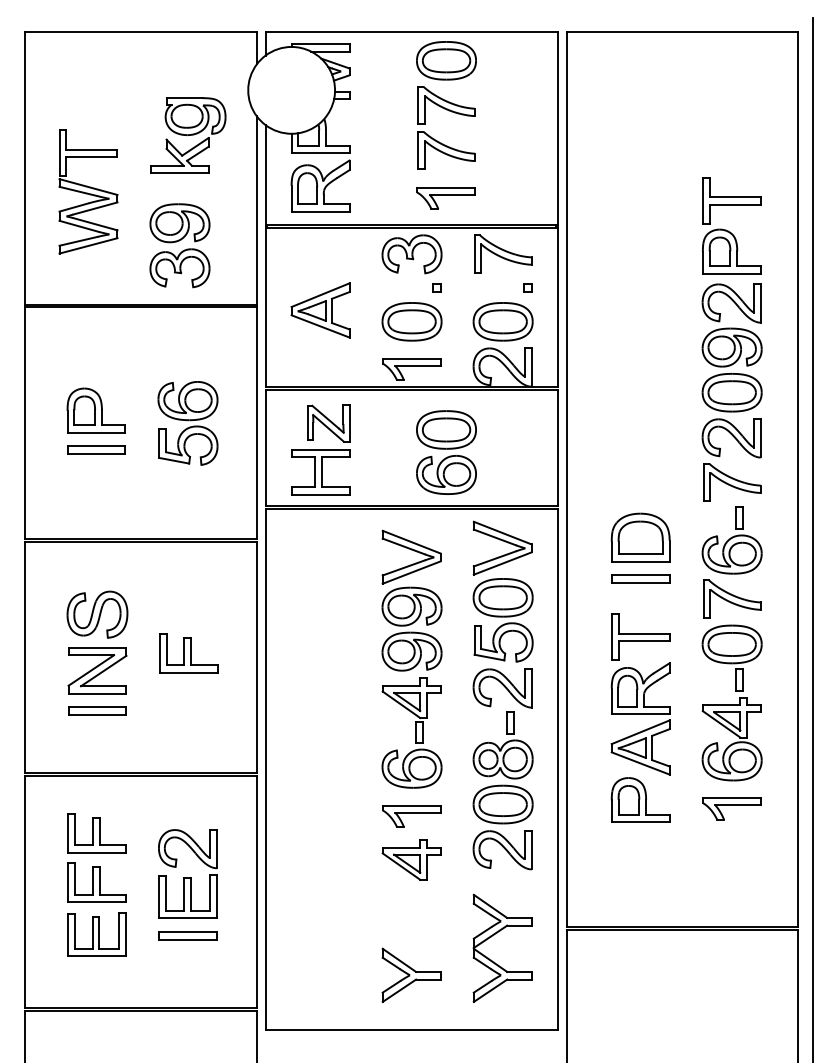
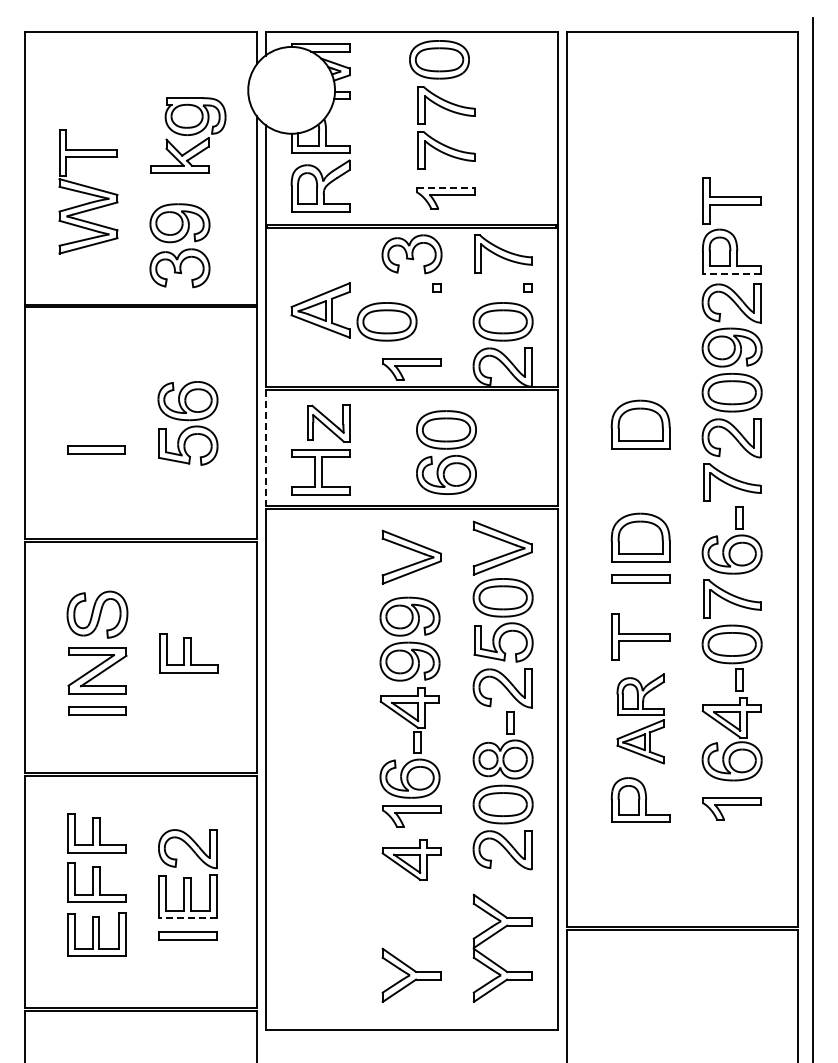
part at (446, 60) position: (446, 60) -> (439, 59)
line at (446, 187): solid -> dashed
line at (731, 273): solid -> dashed
part at (411, 321) position: (411, 321) -> (386, 321)
part at (95, 410): present -> none
part at (640, 424): none -> present
line at (265, 447): solid -> dashed
part at (411, 687) position: (411, 687) -> (409, 697)
part at (640, 718) size: 61x114 px -> 49x92 px
line at (188, 918): solid -> dashed
